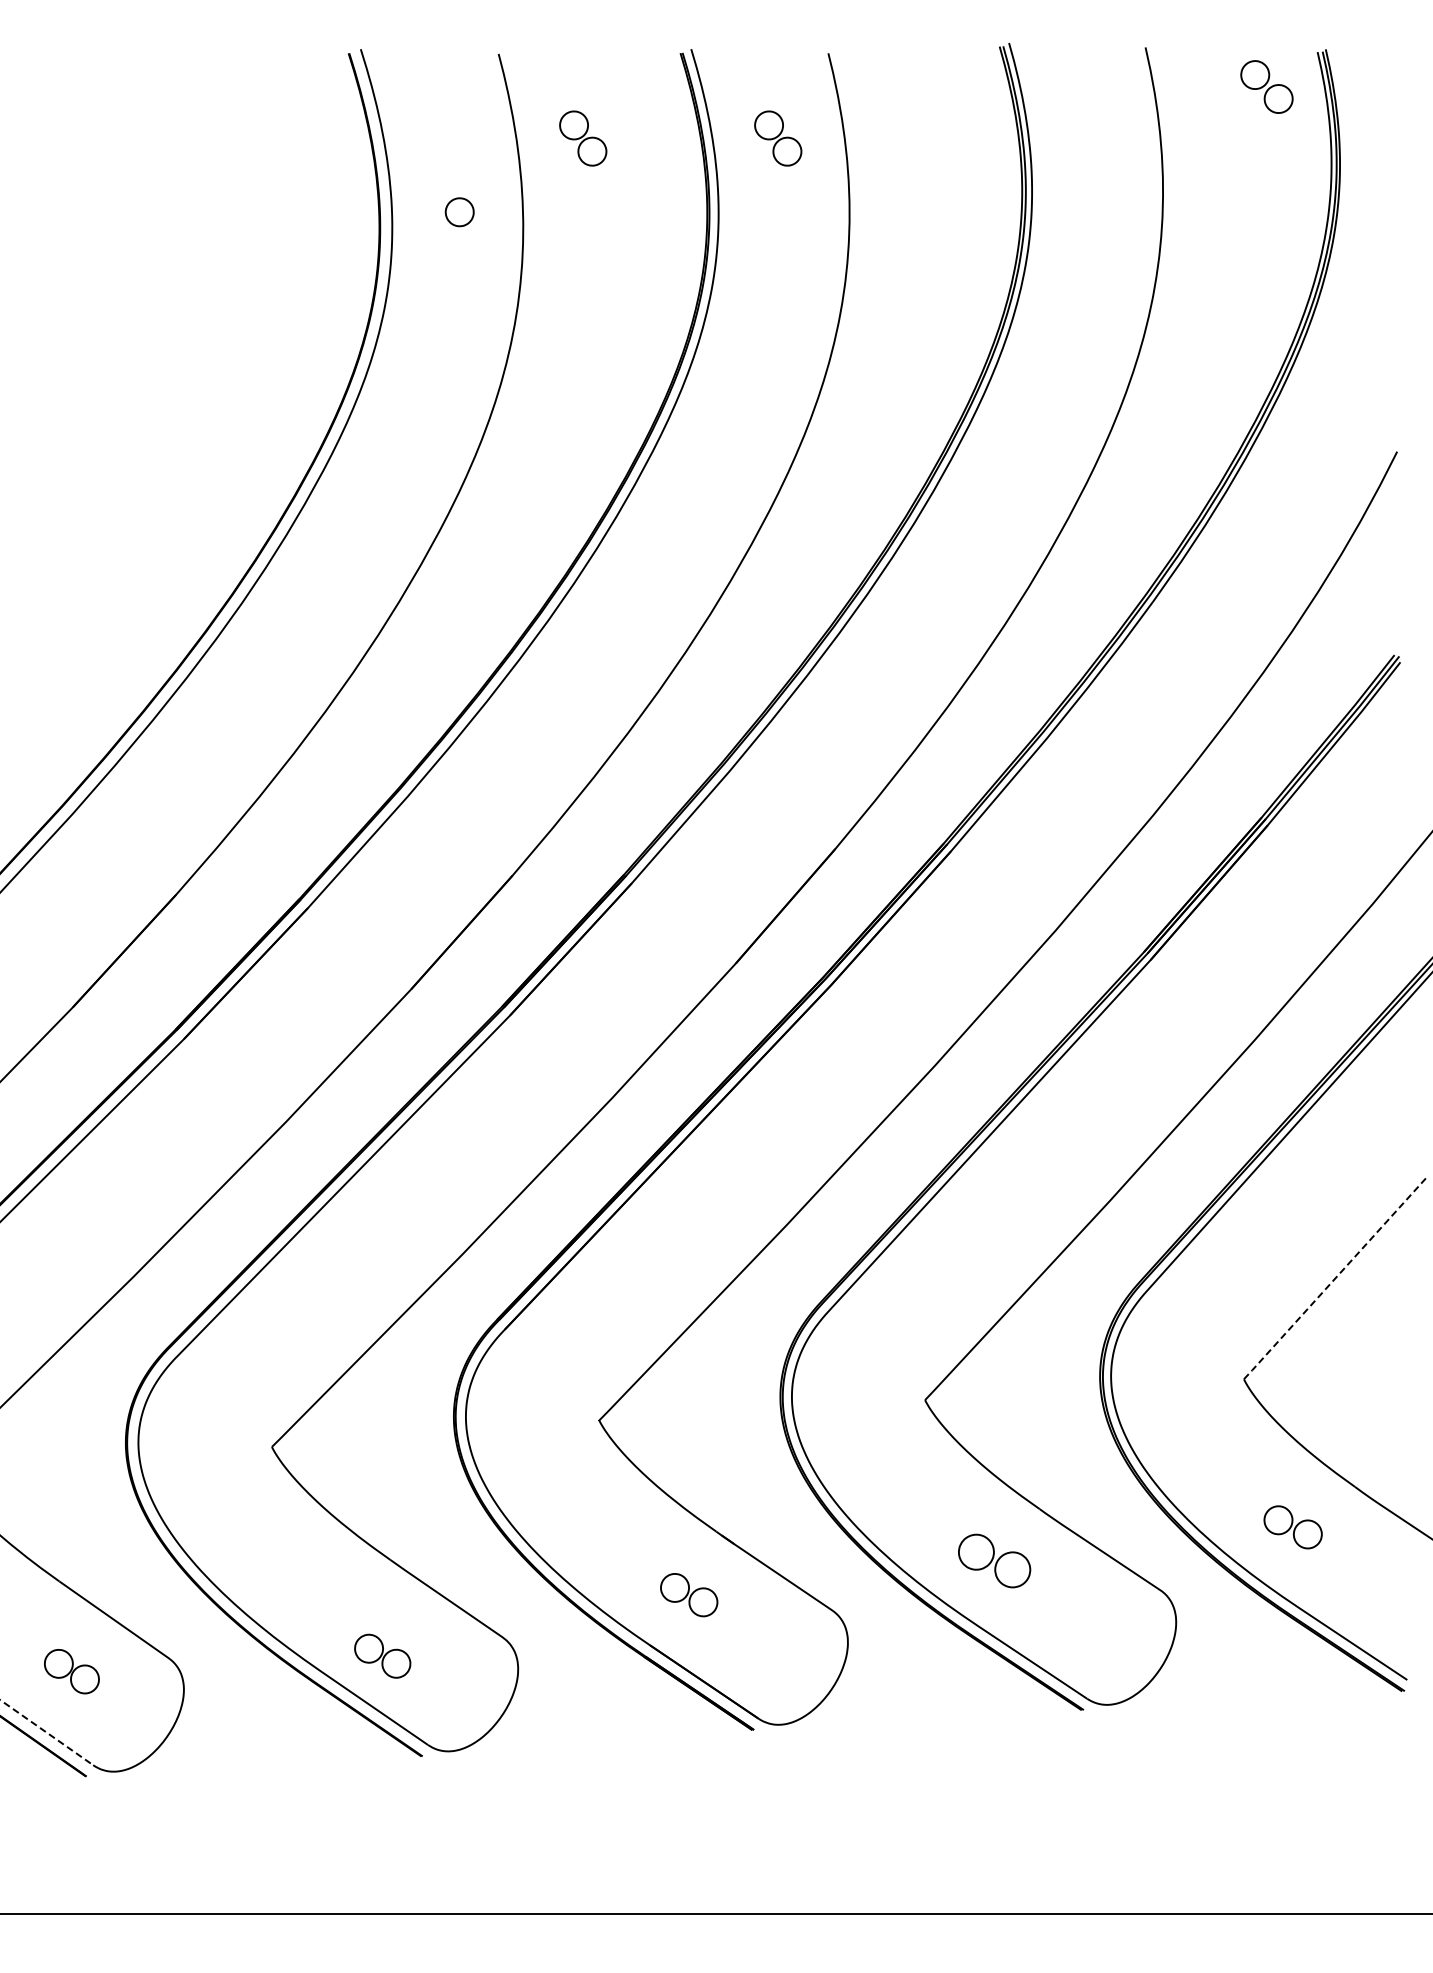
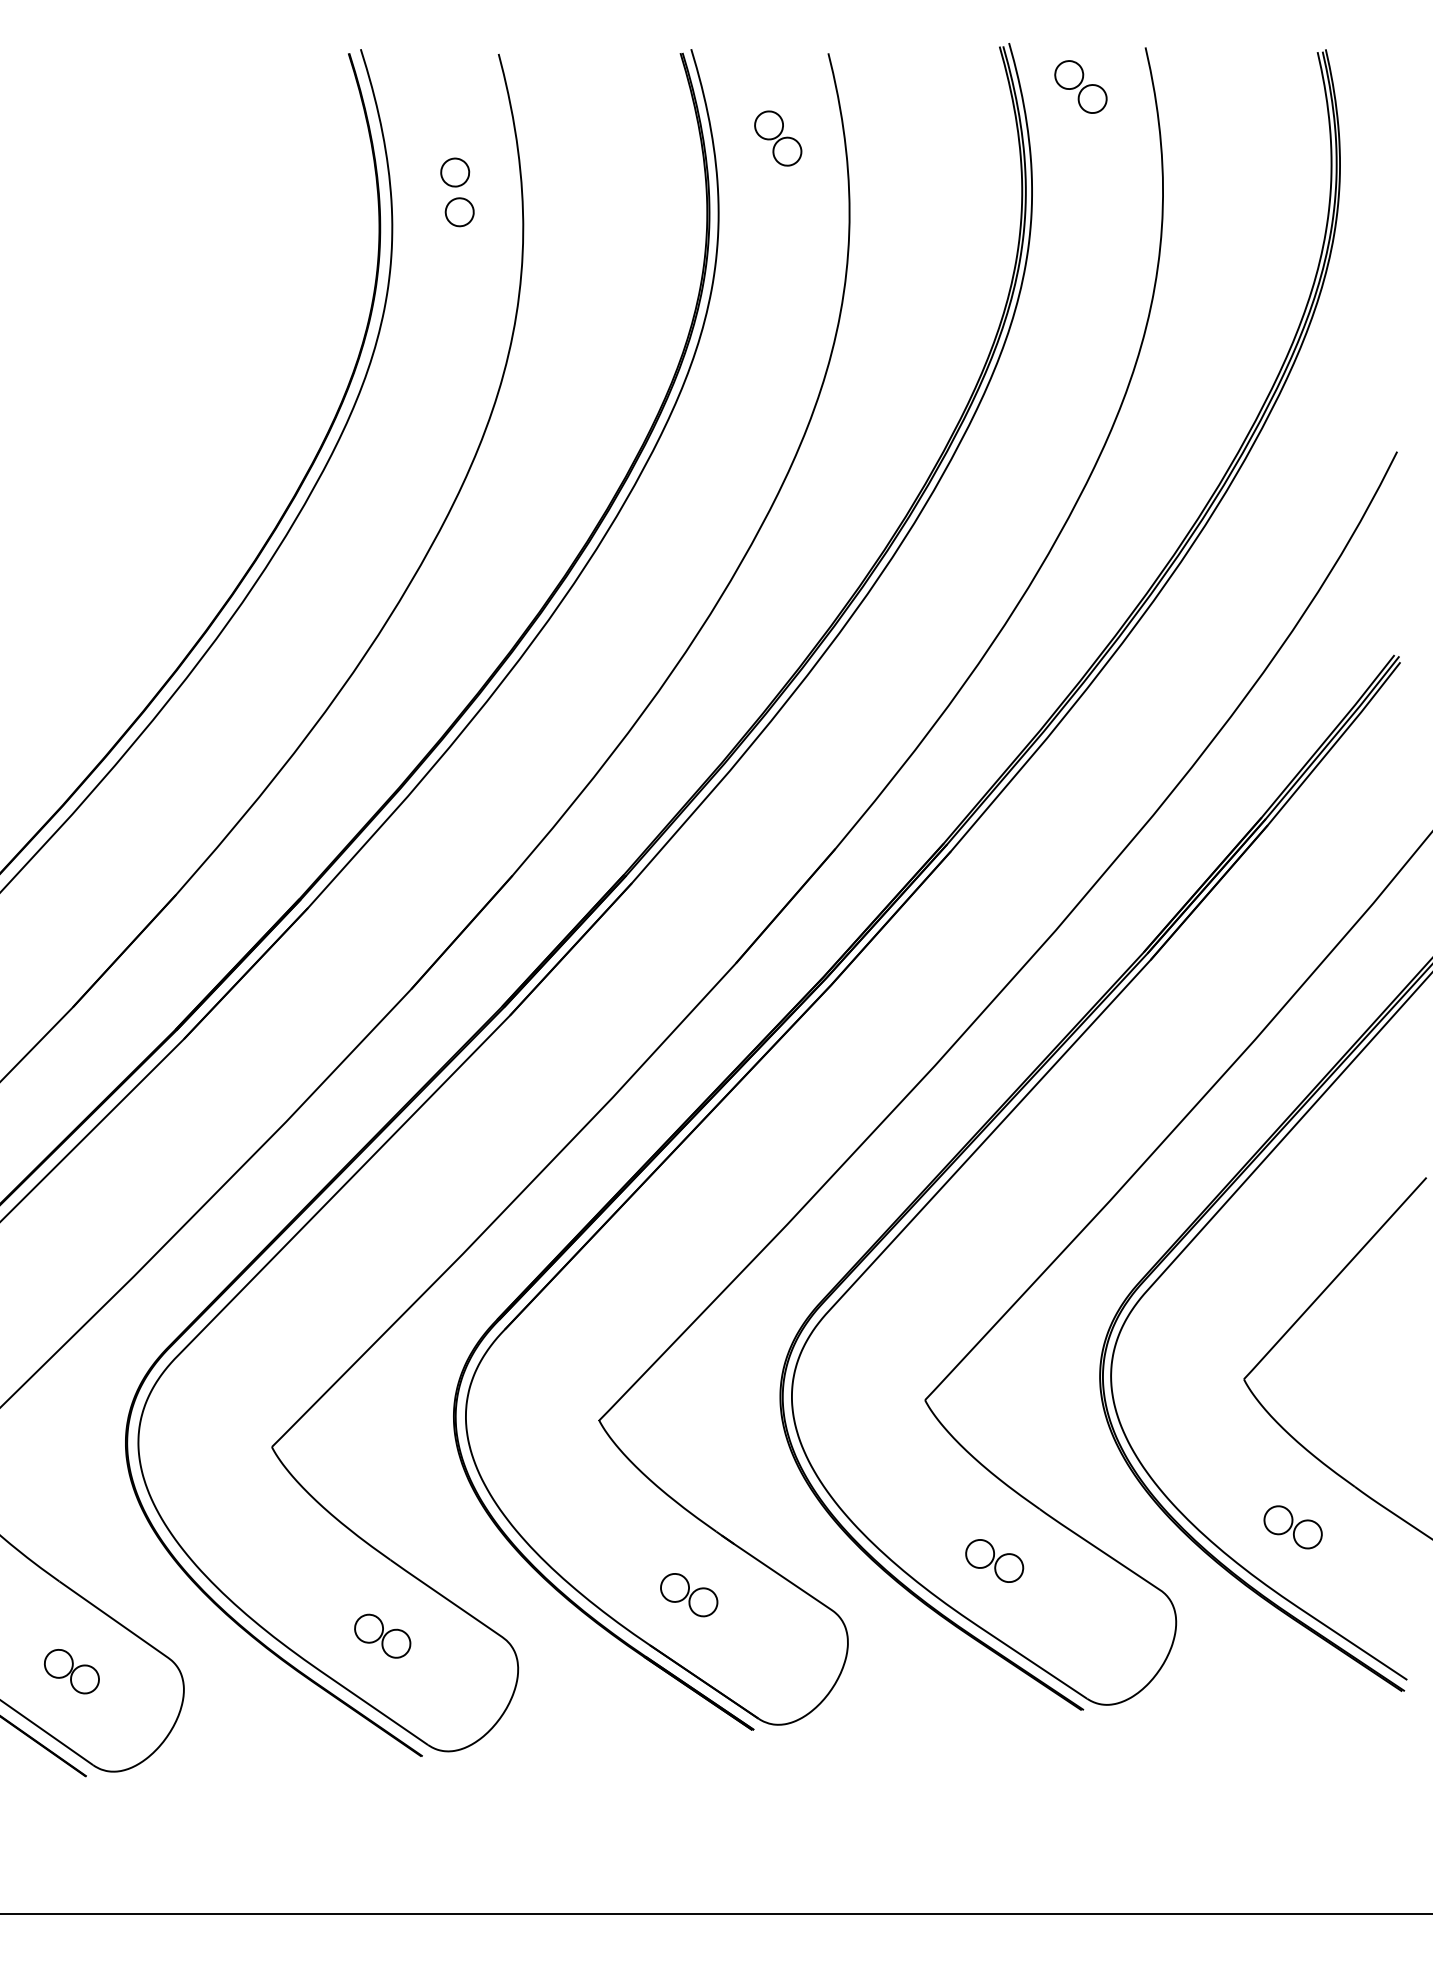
part at (1266, 86) position: (1266, 86) -> (1080, 86)
part at (583, 138): present -> none
part at (455, 172): none -> present
line at (1334, 1279): dashed -> solid
part at (994, 1560) size: 74x56 px -> 60x44 px
part at (382, 1655) position: (382, 1655) -> (382, 1635)
line at (47, 1733): dashed -> solid
